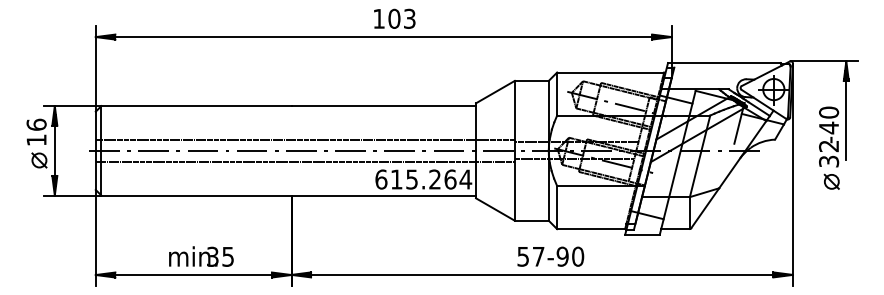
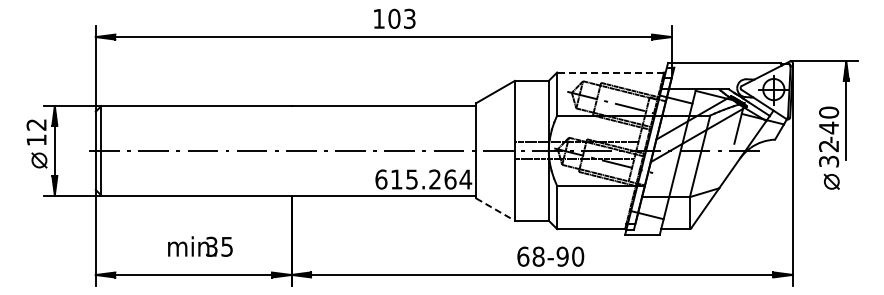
line at (610, 72): solid -> dashed
text at (36, 124): 16 -> 12
line at (304, 139): present -> none
line at (304, 162): present -> none
line at (495, 209): solid -> dashed
text at (201, 256) position: (201, 256) -> (200, 246)
text at (530, 256): 57-90 -> 68-90
